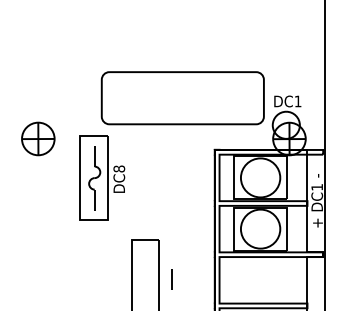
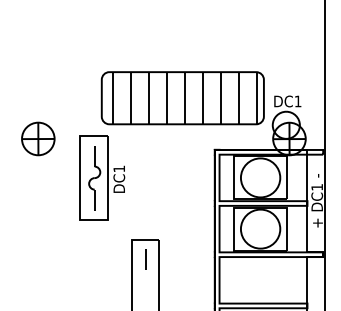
hatch at (184, 98): none -> present
text at (119, 168): DC8 -> DC1
line at (171, 279) position: (171, 279) -> (145, 259)
